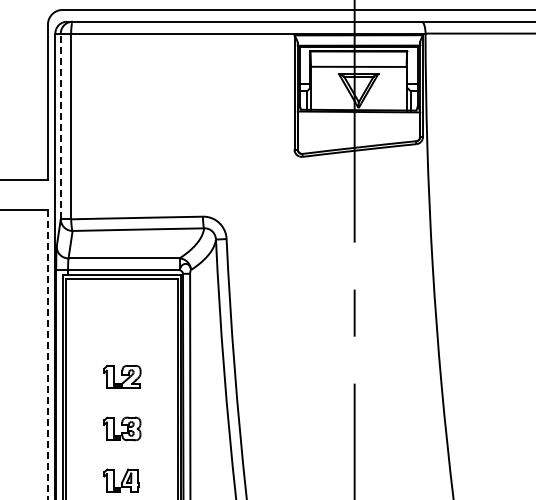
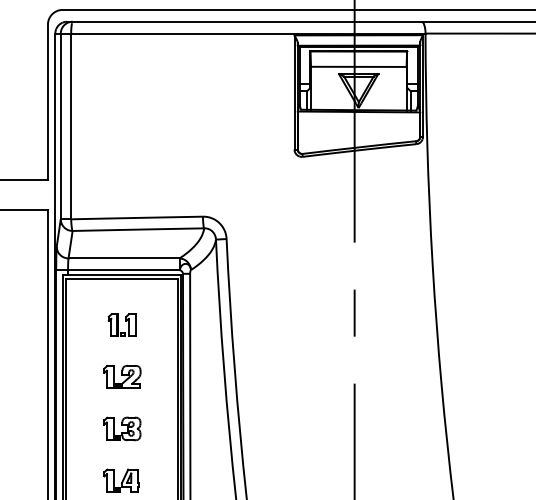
line at (60, 126): dashed -> solid
part at (121, 324): none -> present
line at (47, 354): dashed -> solid
